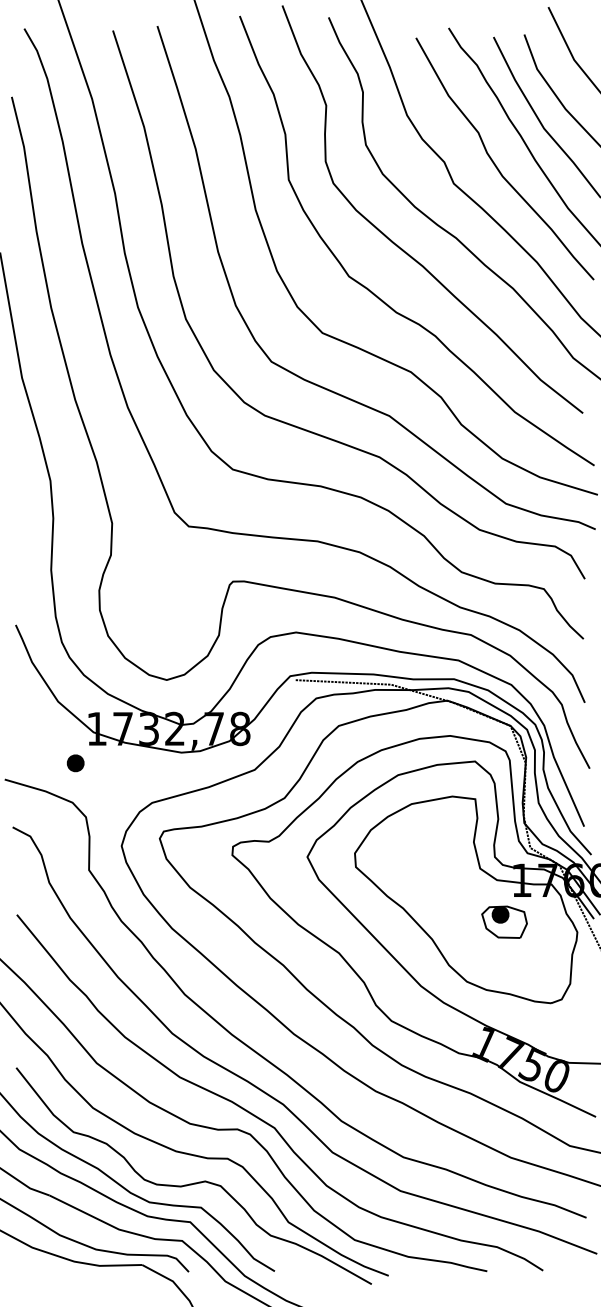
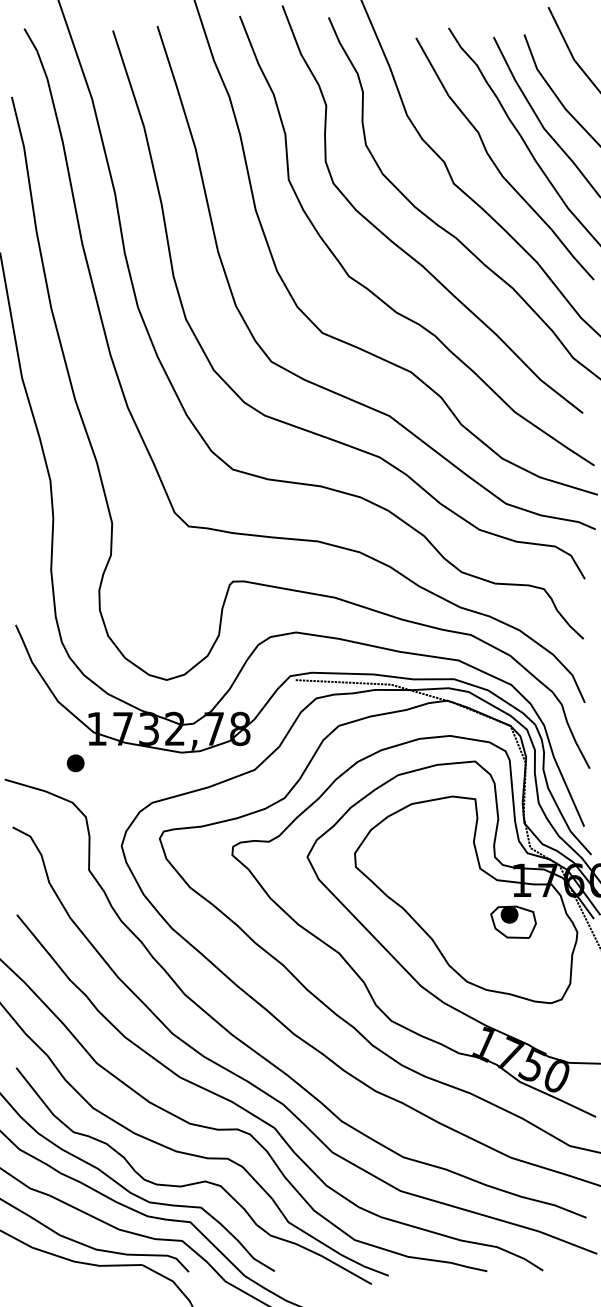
part at (504, 921) position: (504, 921) -> (513, 921)
